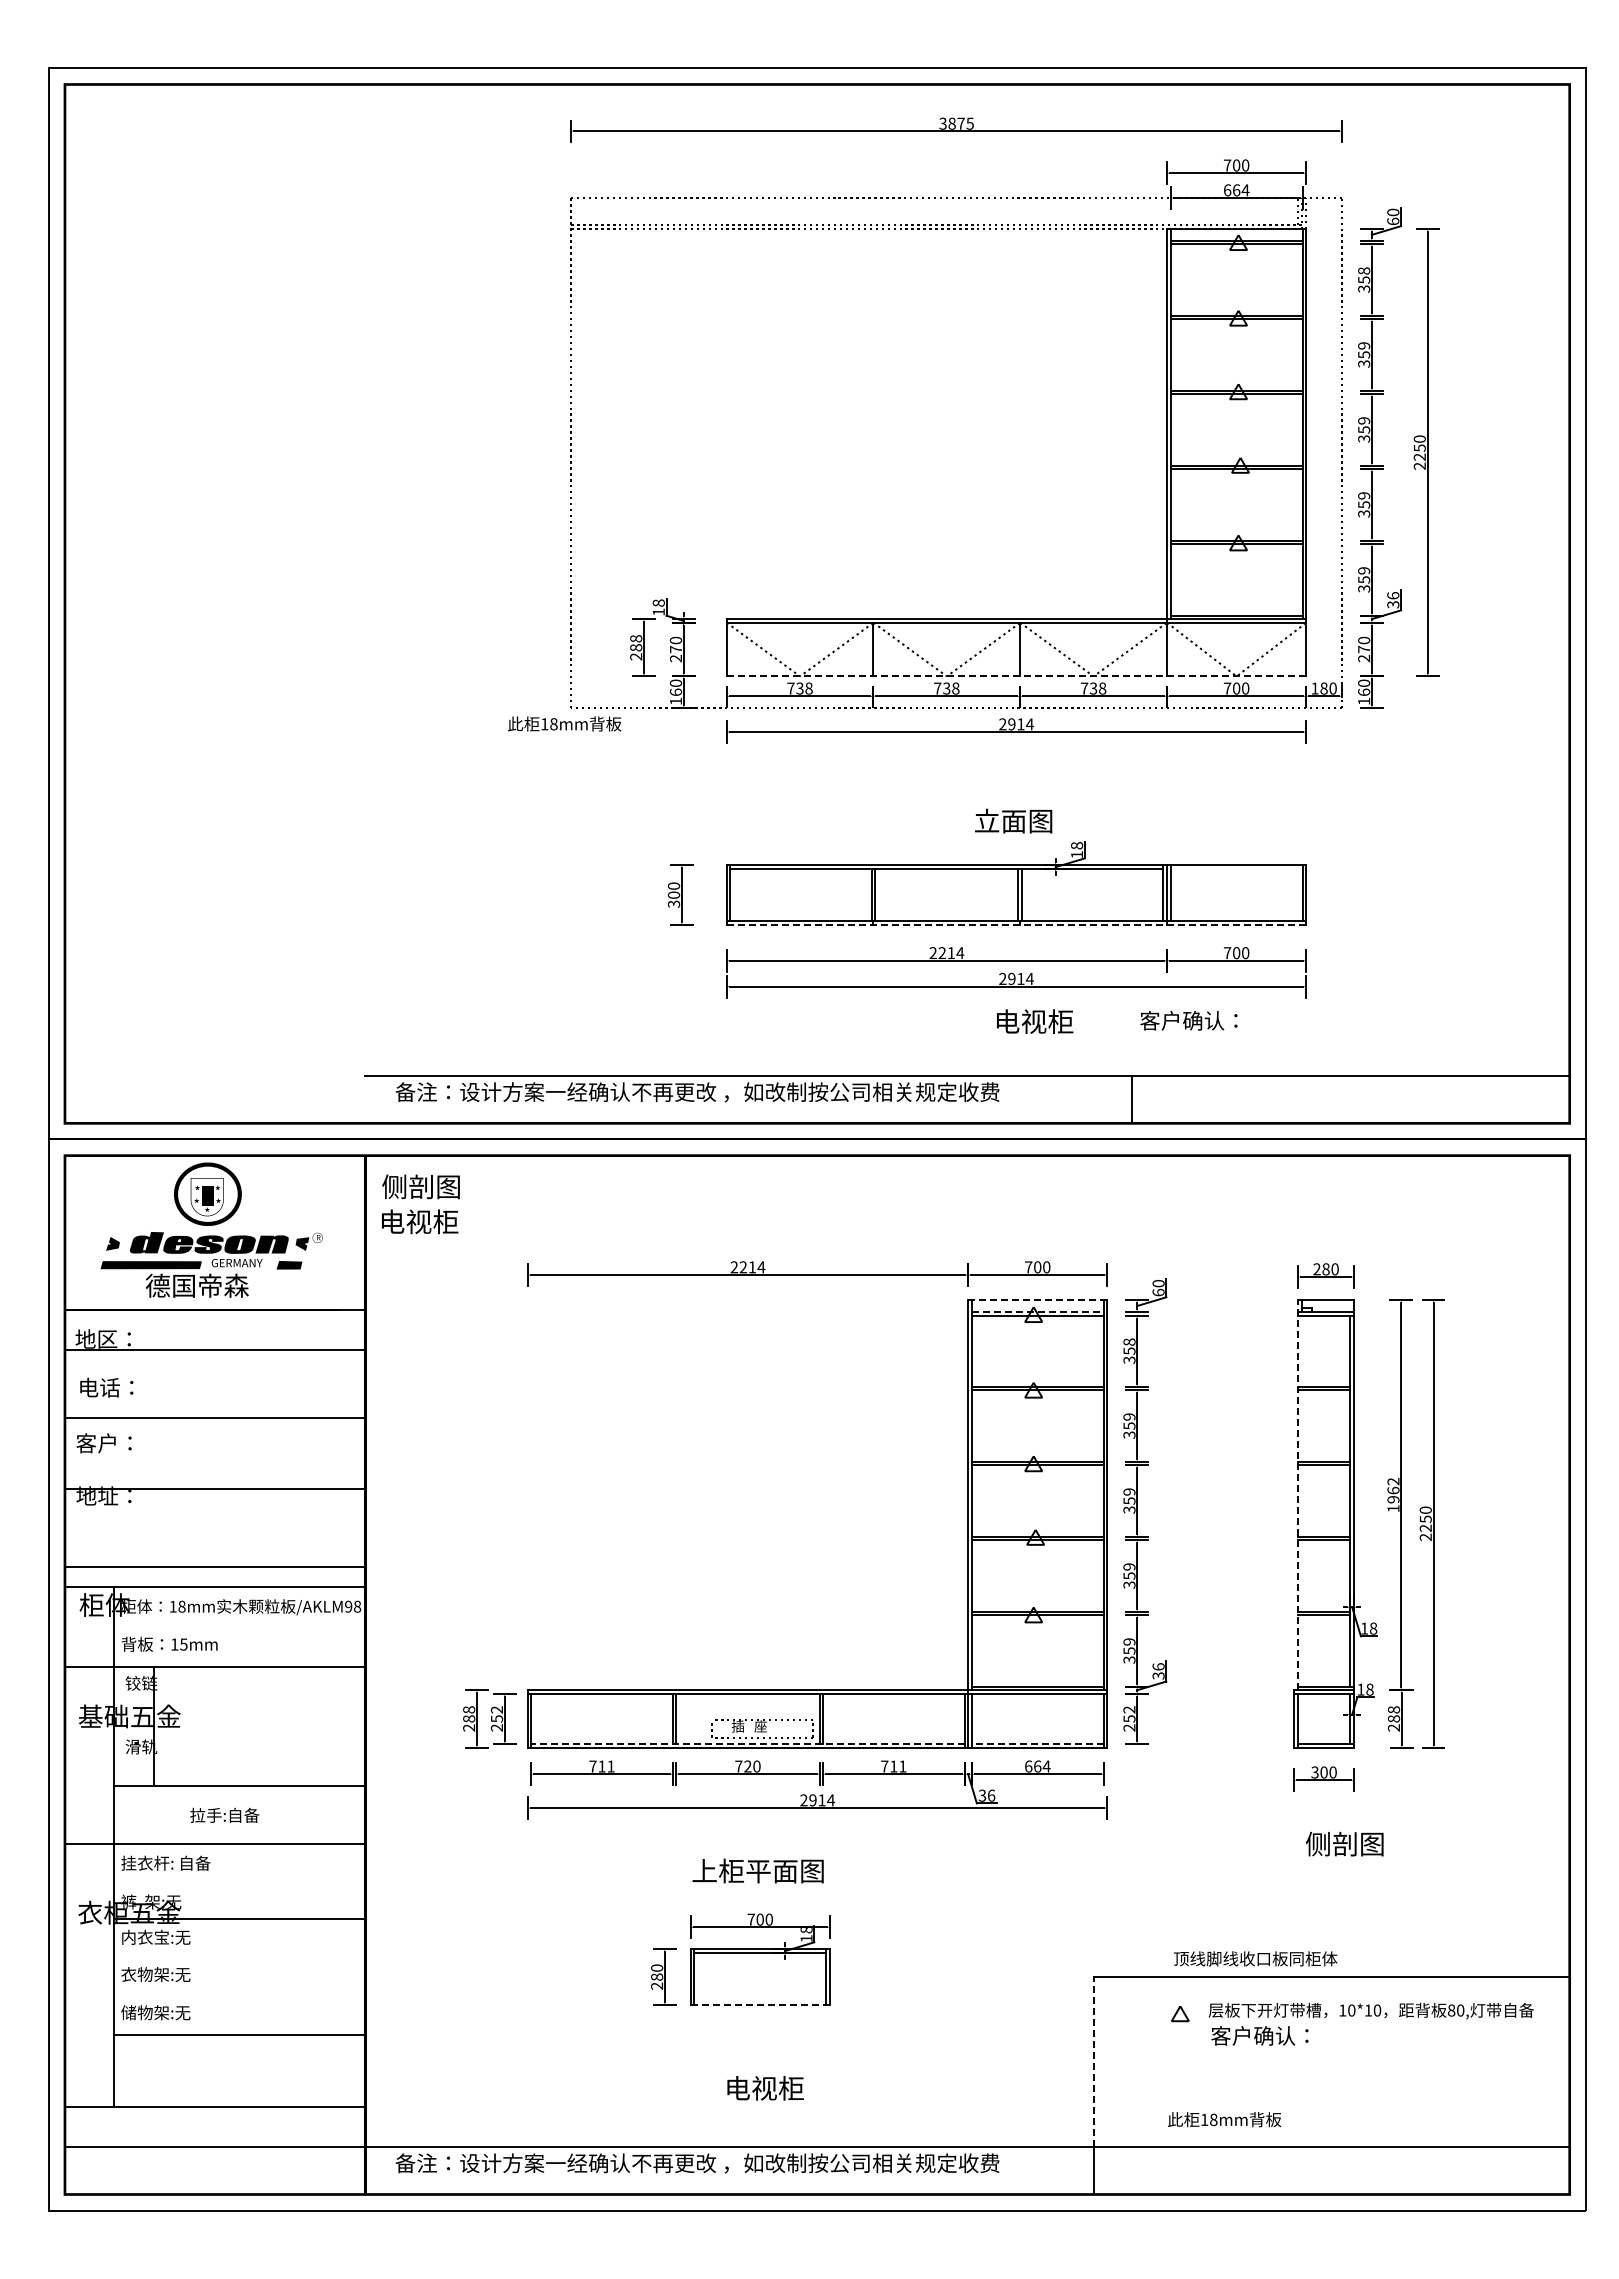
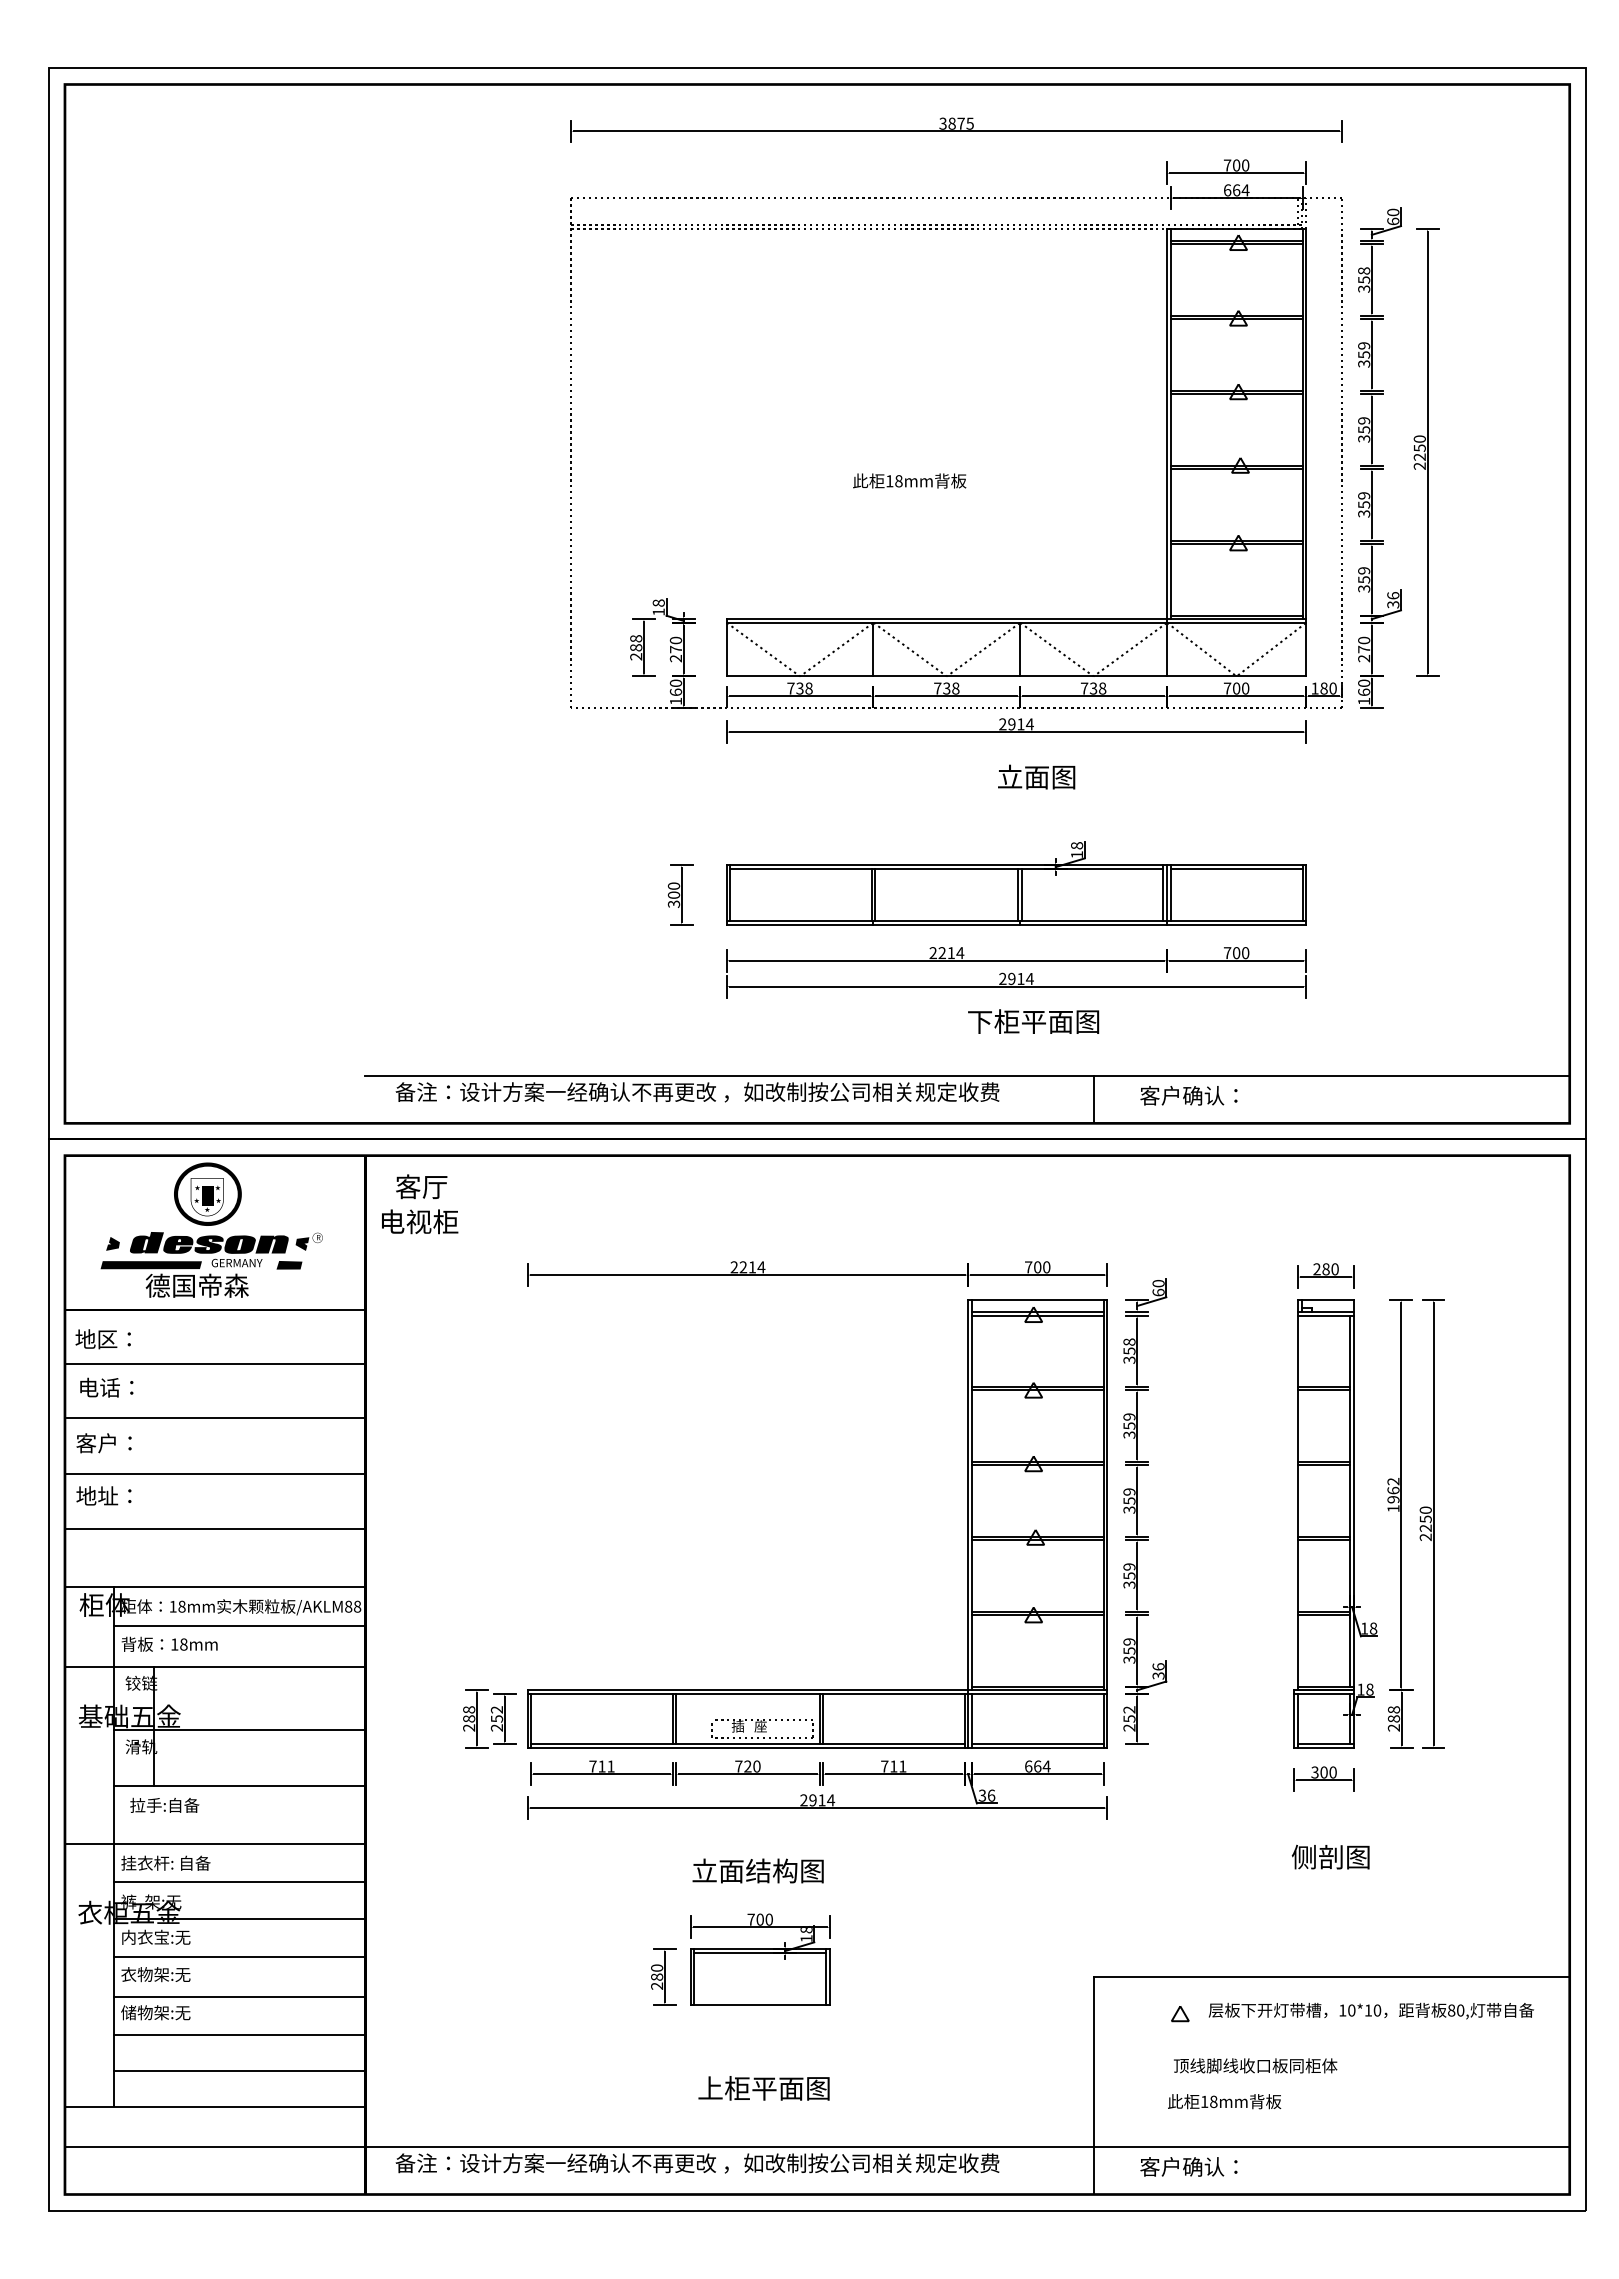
line at (1016, 676): dashed -> solid
text at (564, 723) position: (564, 723) -> (909, 480)
text at (1013, 820) position: (1013, 820) -> (1036, 776)
line at (1236, 868): none -> present
line at (1016, 925): dashed -> solid
text at (1188, 1020) position: (1188, 1020) -> (1188, 1095)
text at (1033, 1021): 电视柜 -> 下柜平面图
line at (1132, 1099) position: (1132, 1099) -> (1094, 1099)
text at (420, 1186): 侧剖图 -> 客厅
line at (1037, 1300): dashed -> solid
line at (1038, 1311): dashed -> solid
line at (214, 1350) position: (214, 1350) -> (214, 1364)
line at (214, 1488) position: (214, 1488) -> (214, 1473)
line at (1298, 1494): dashed -> solid
line at (214, 1566) position: (214, 1566) -> (214, 1528)
text at (348, 1606): /AKLM98 -> /AKLM88
line at (239, 1625): none -> present
text at (183, 1644): 15mm -> 18mm
line at (239, 1729): none -> present
line at (747, 1743): dashed -> solid
line at (1037, 1743): dashed -> solid
text at (224, 1814) position: (224, 1814) -> (164, 1804)
text at (1344, 1843) position: (1344, 1843) -> (1330, 1856)
text at (745, 1870): 上柜平面图 -> 立面结构图
line at (239, 1882): none -> present
line at (239, 1957): none -> present
text at (1255, 1958) position: (1255, 1958) -> (1255, 2065)
line at (239, 1996): none -> present
line at (760, 2004): dashed -> solid
text at (1259, 2035) position: (1259, 2035) -> (1188, 2166)
line at (1094, 2061): dashed -> solid
line at (239, 2070): none -> present
text at (763, 2088): 电视柜 -> 上柜平面图
text at (1224, 2119) position: (1224, 2119) -> (1224, 2101)
